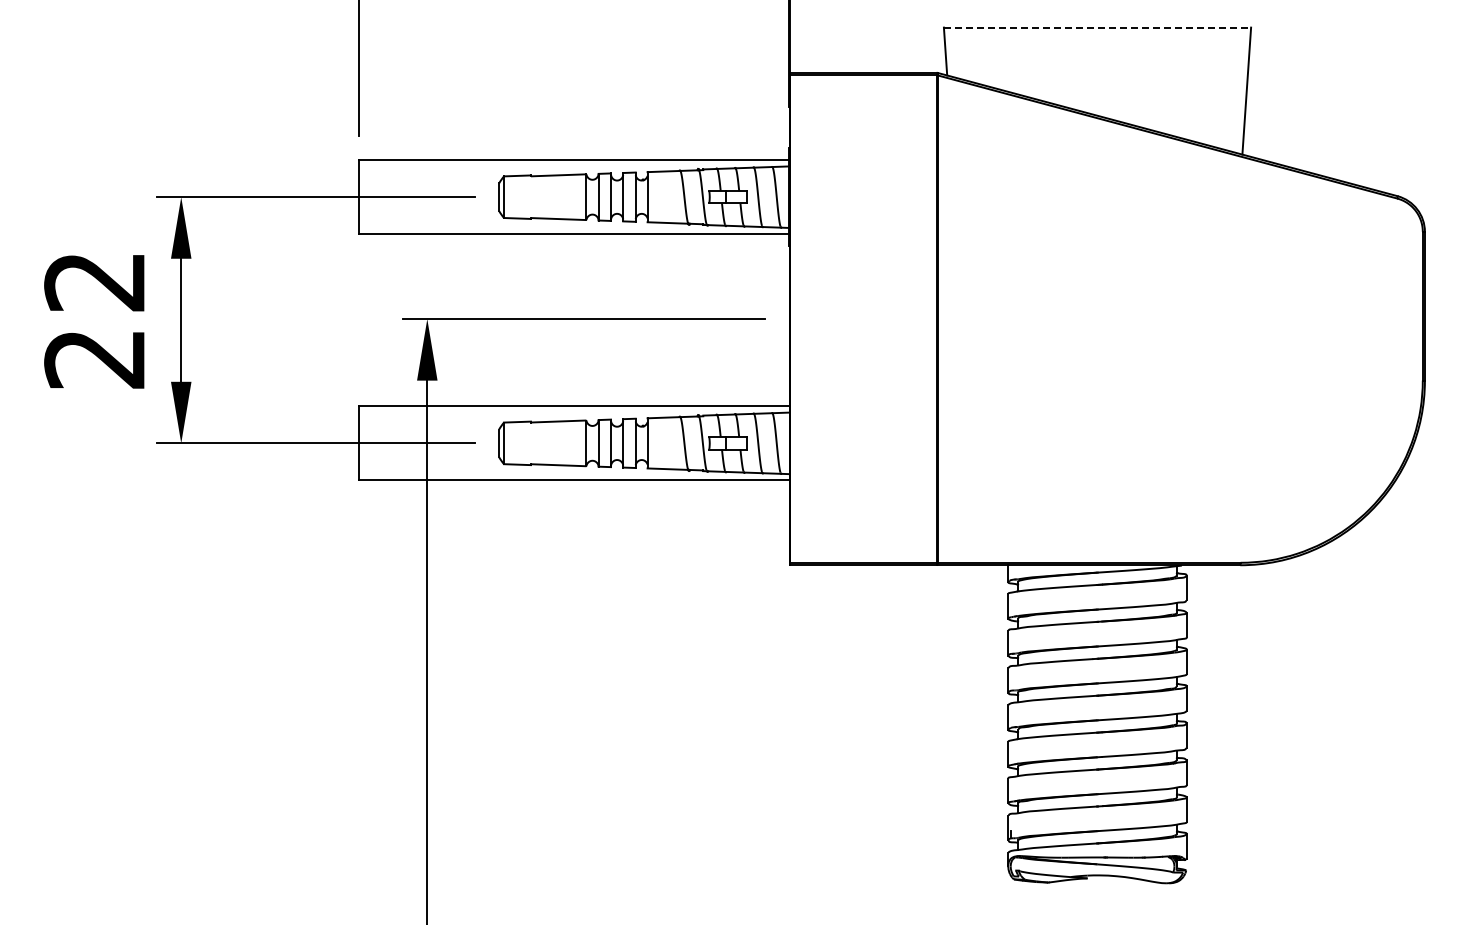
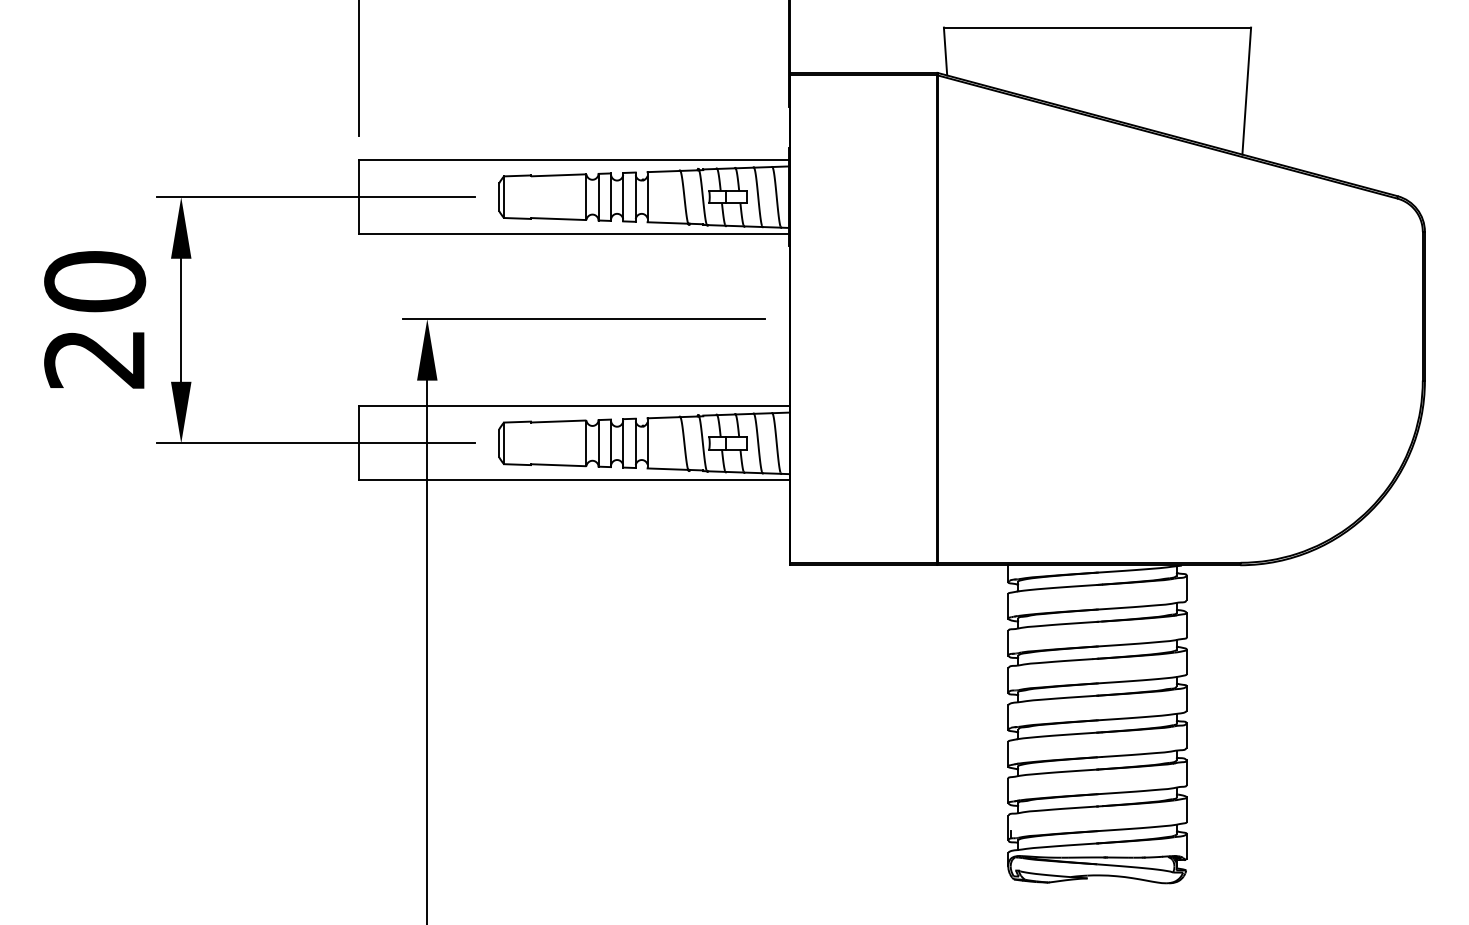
line at (1097, 27): dashed -> solid
text at (95, 281): 22 -> 20
